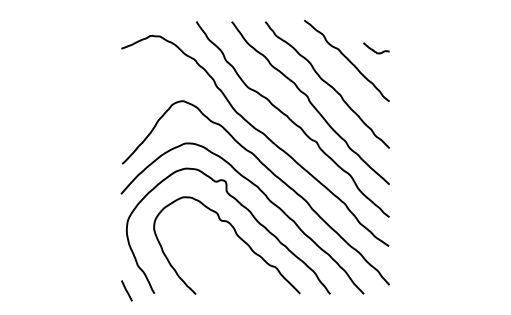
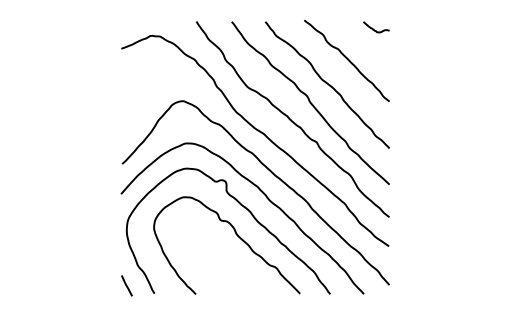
curve at (374, 50) position: (374, 50) -> (374, 29)
line at (126, 290) position: (126, 290) -> (126, 285)
